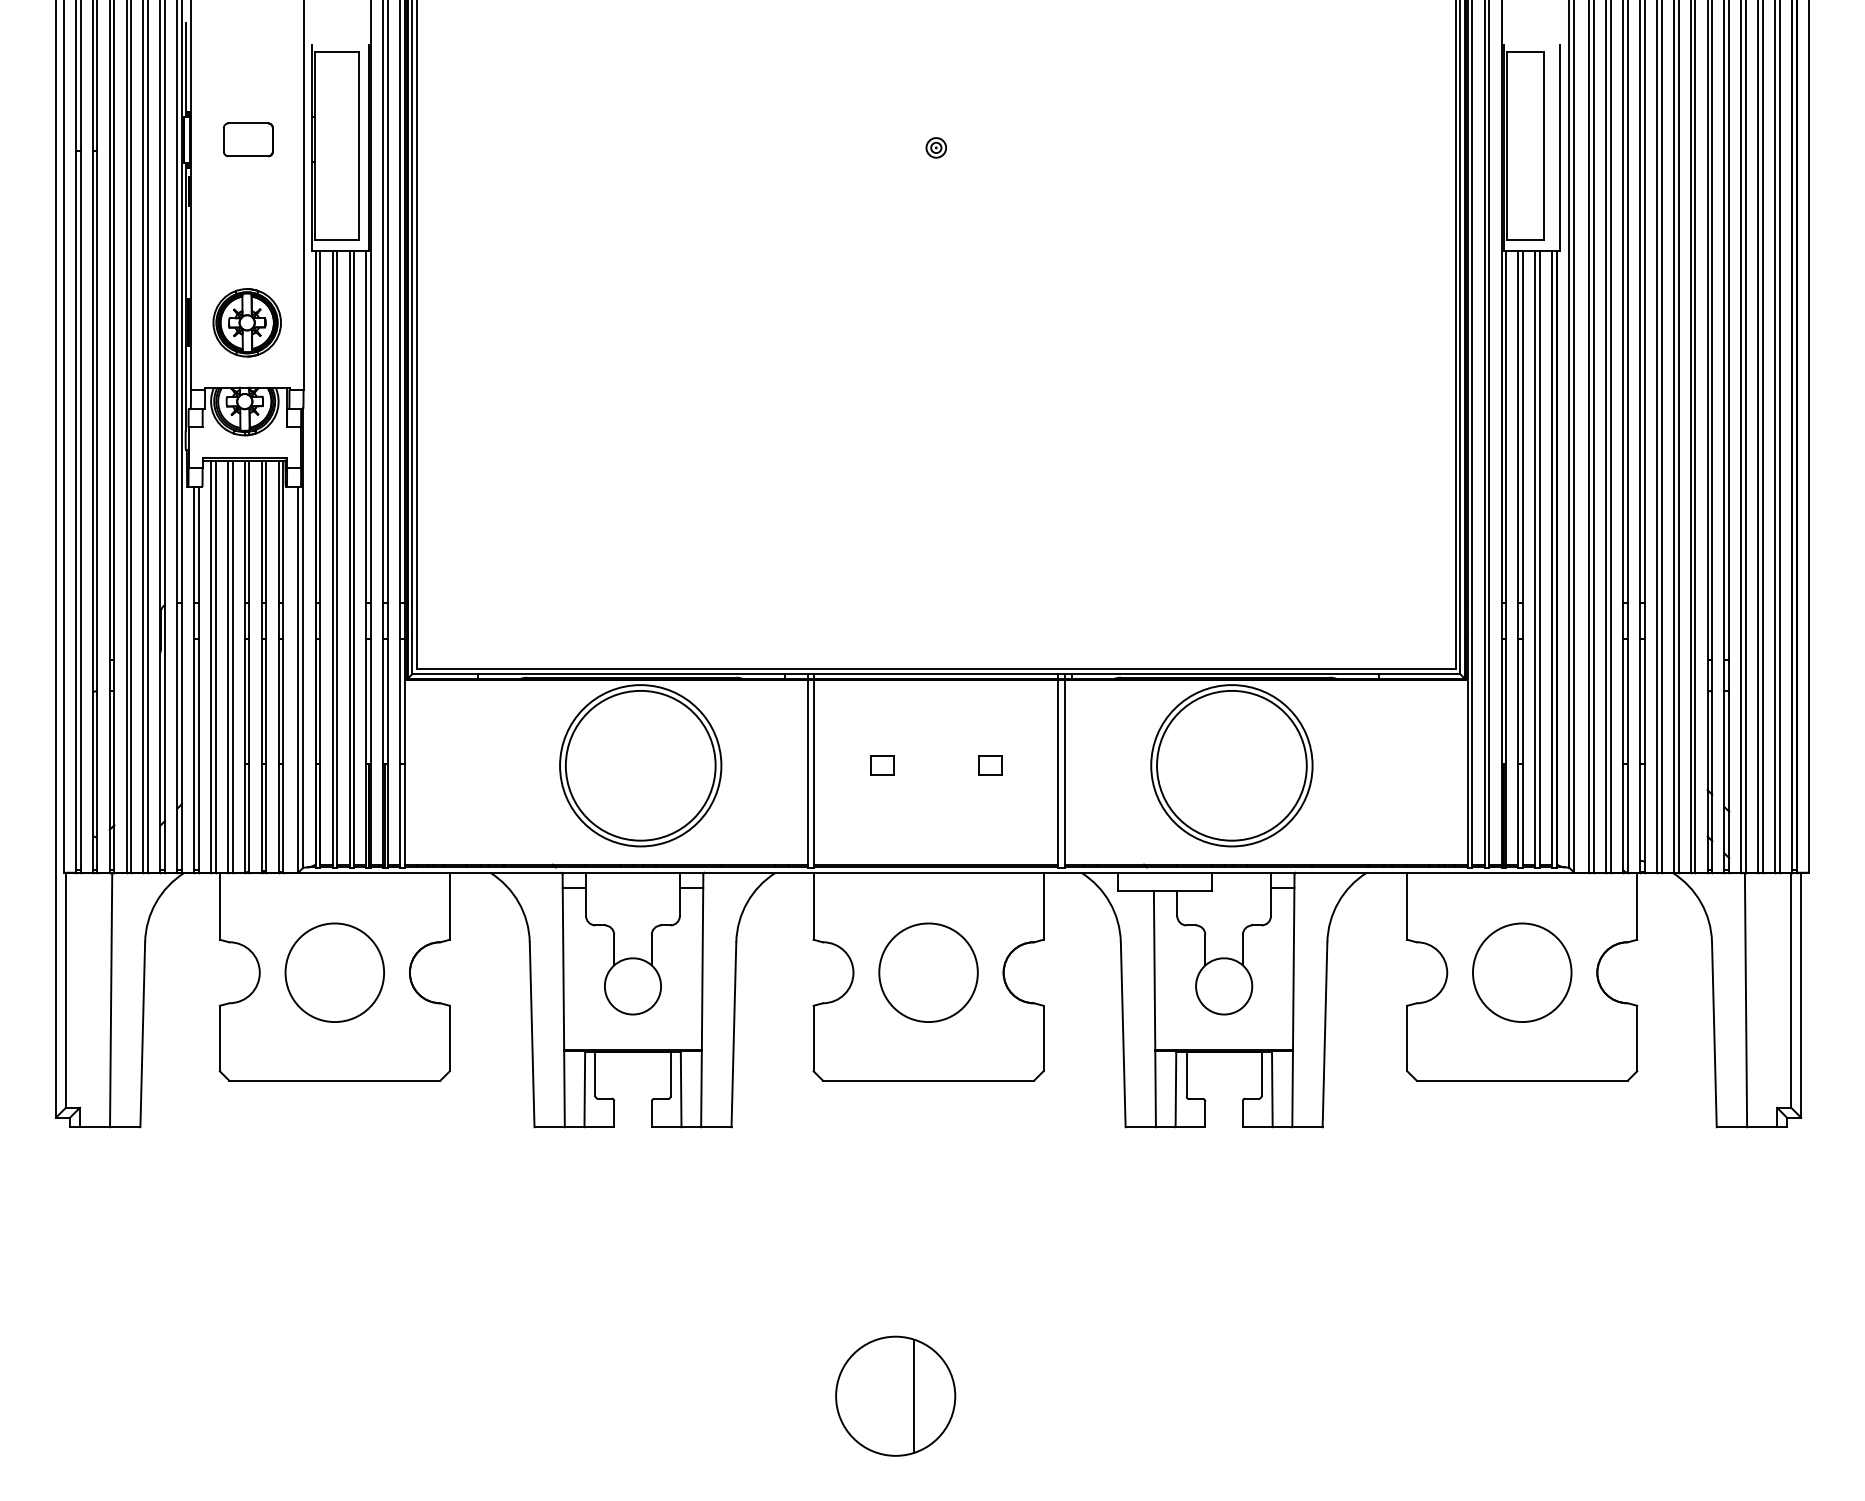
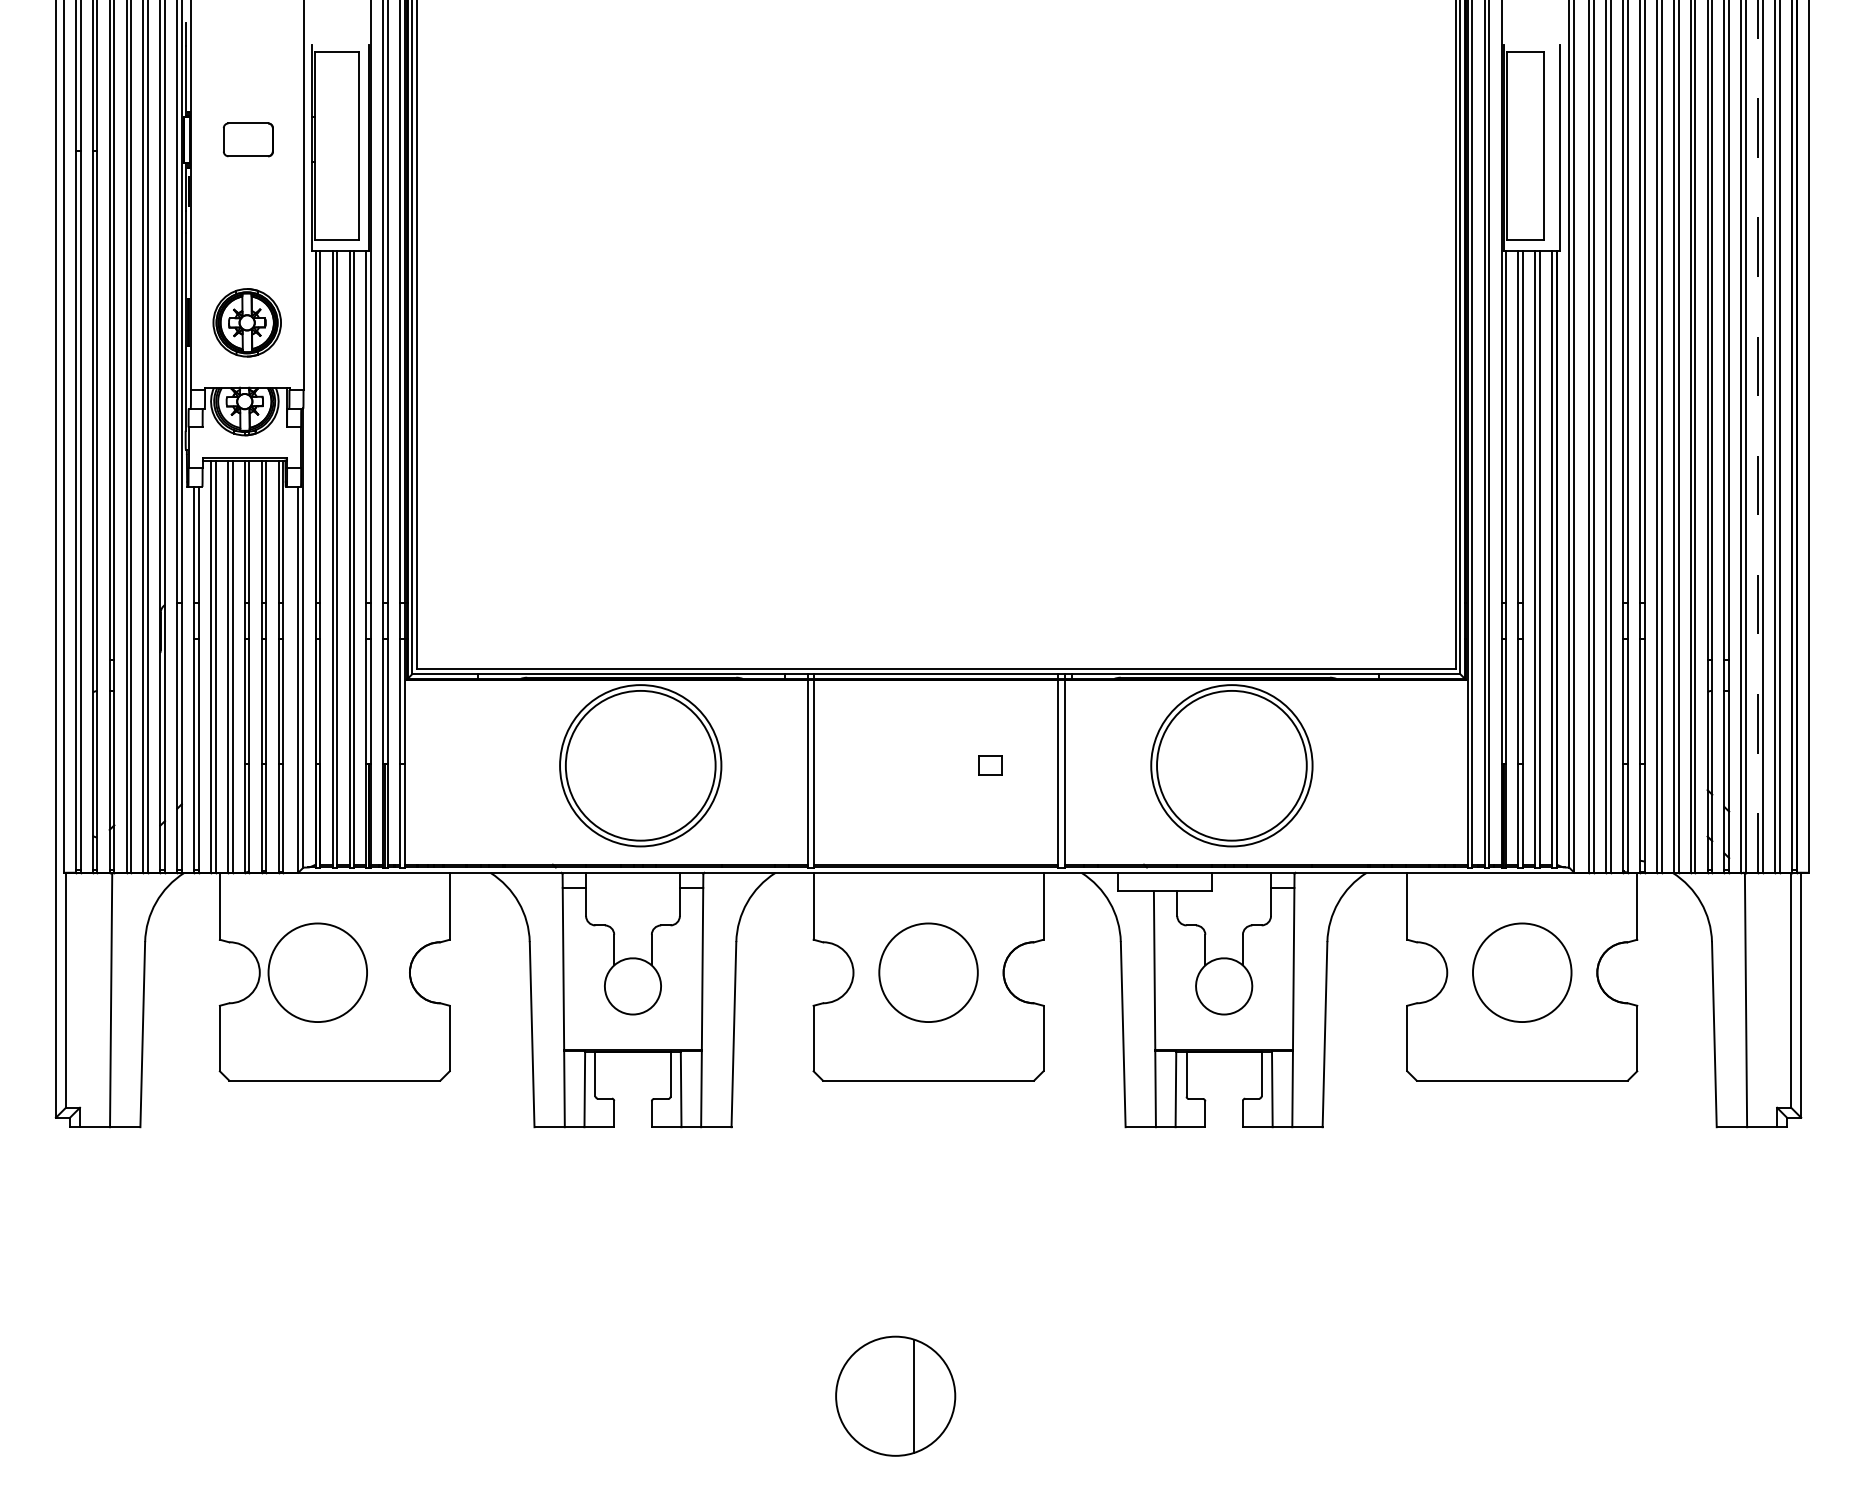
part at (935, 147): present -> none
line at (1758, 436): solid -> dashed
part at (882, 765): present -> none
circle at (334, 972) position: (334, 972) -> (317, 972)
